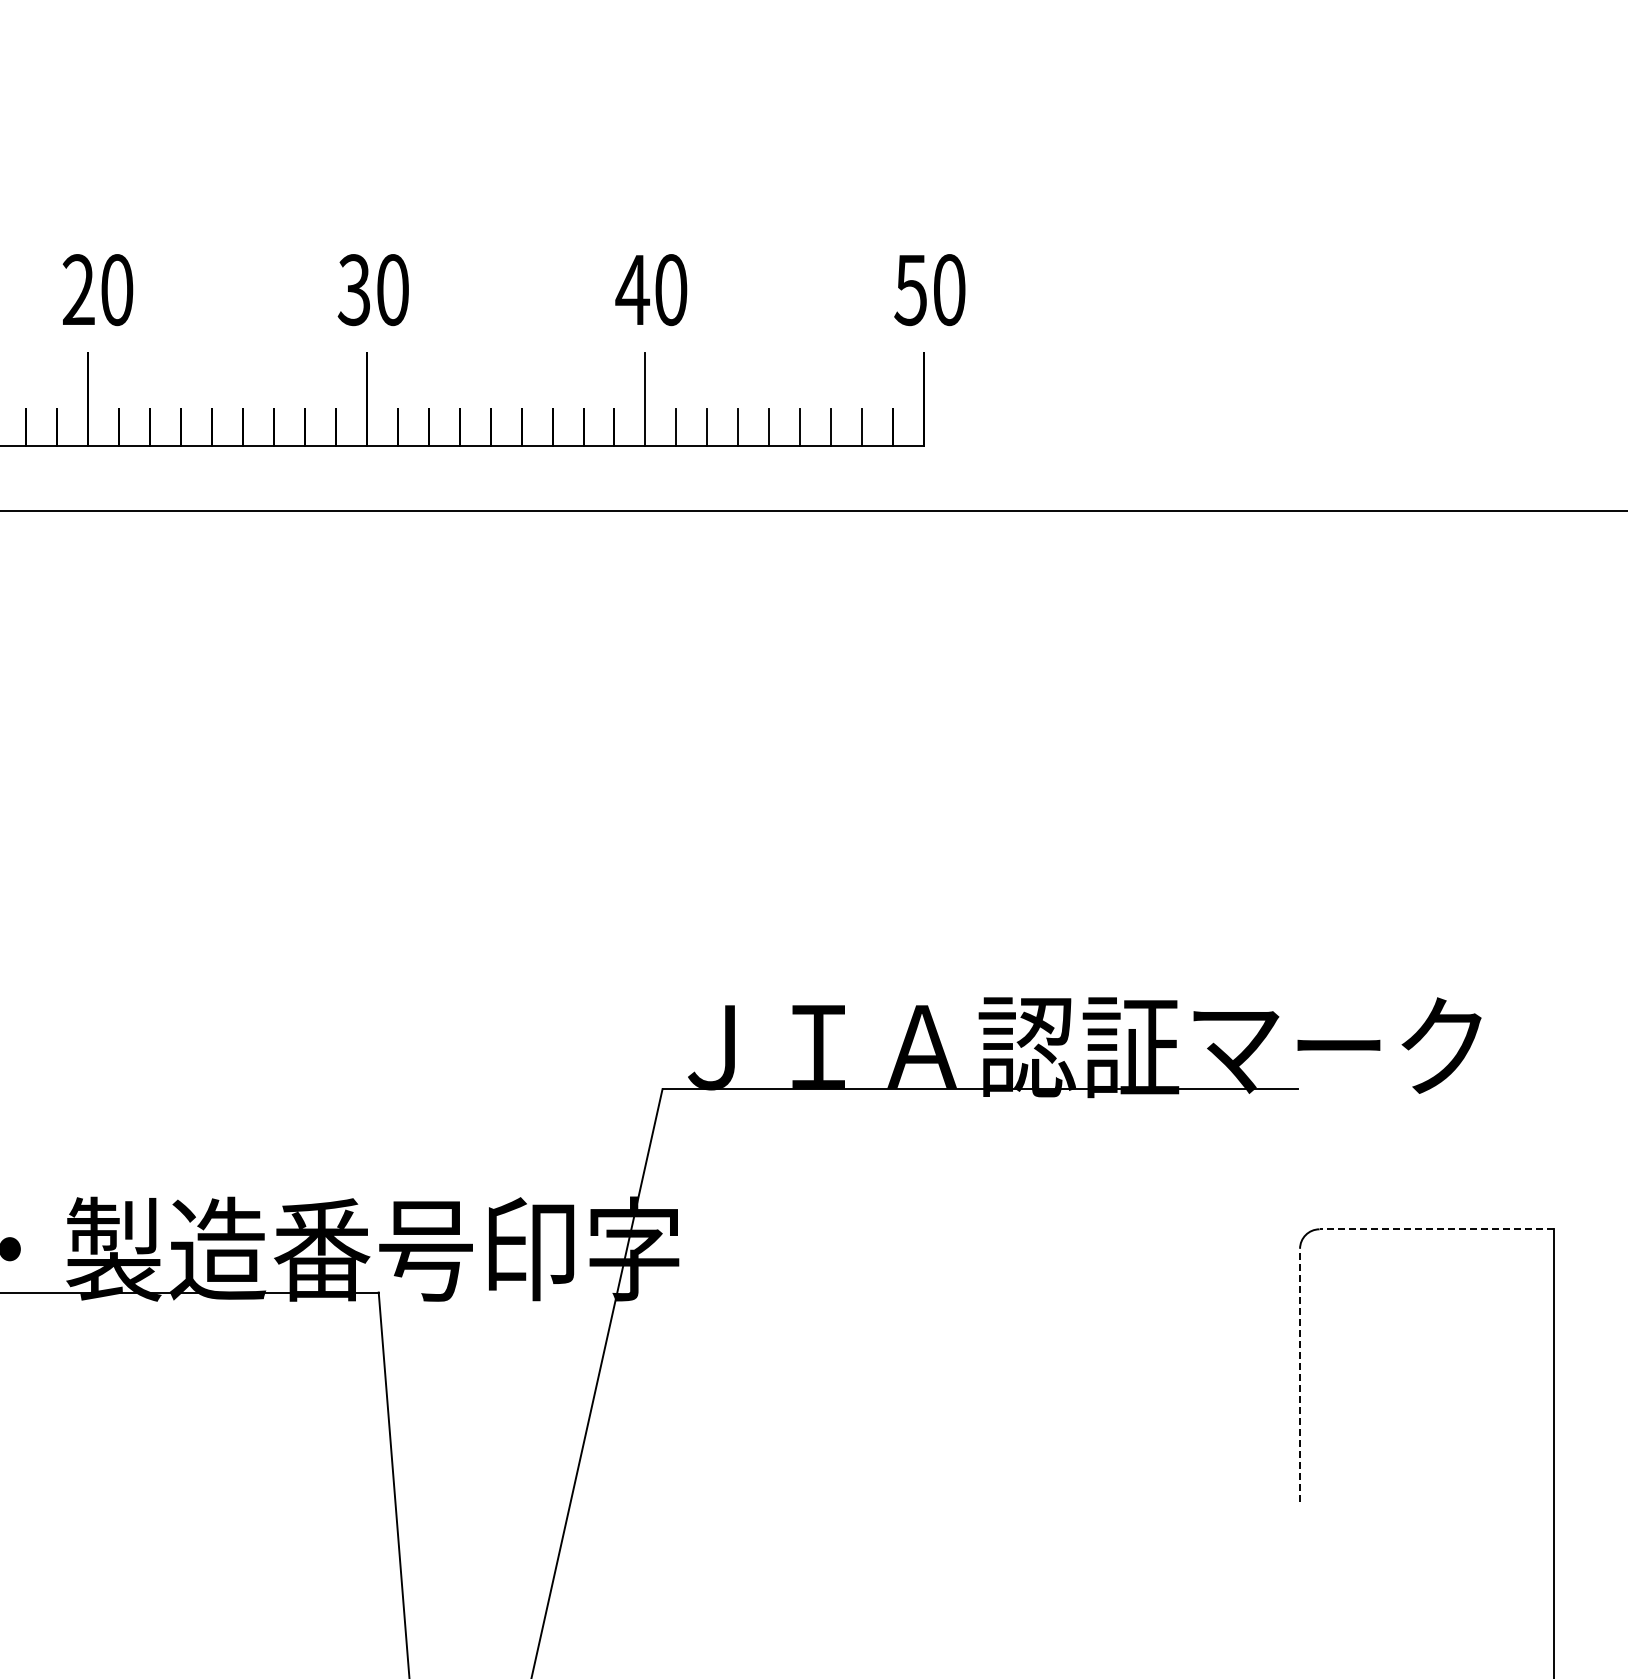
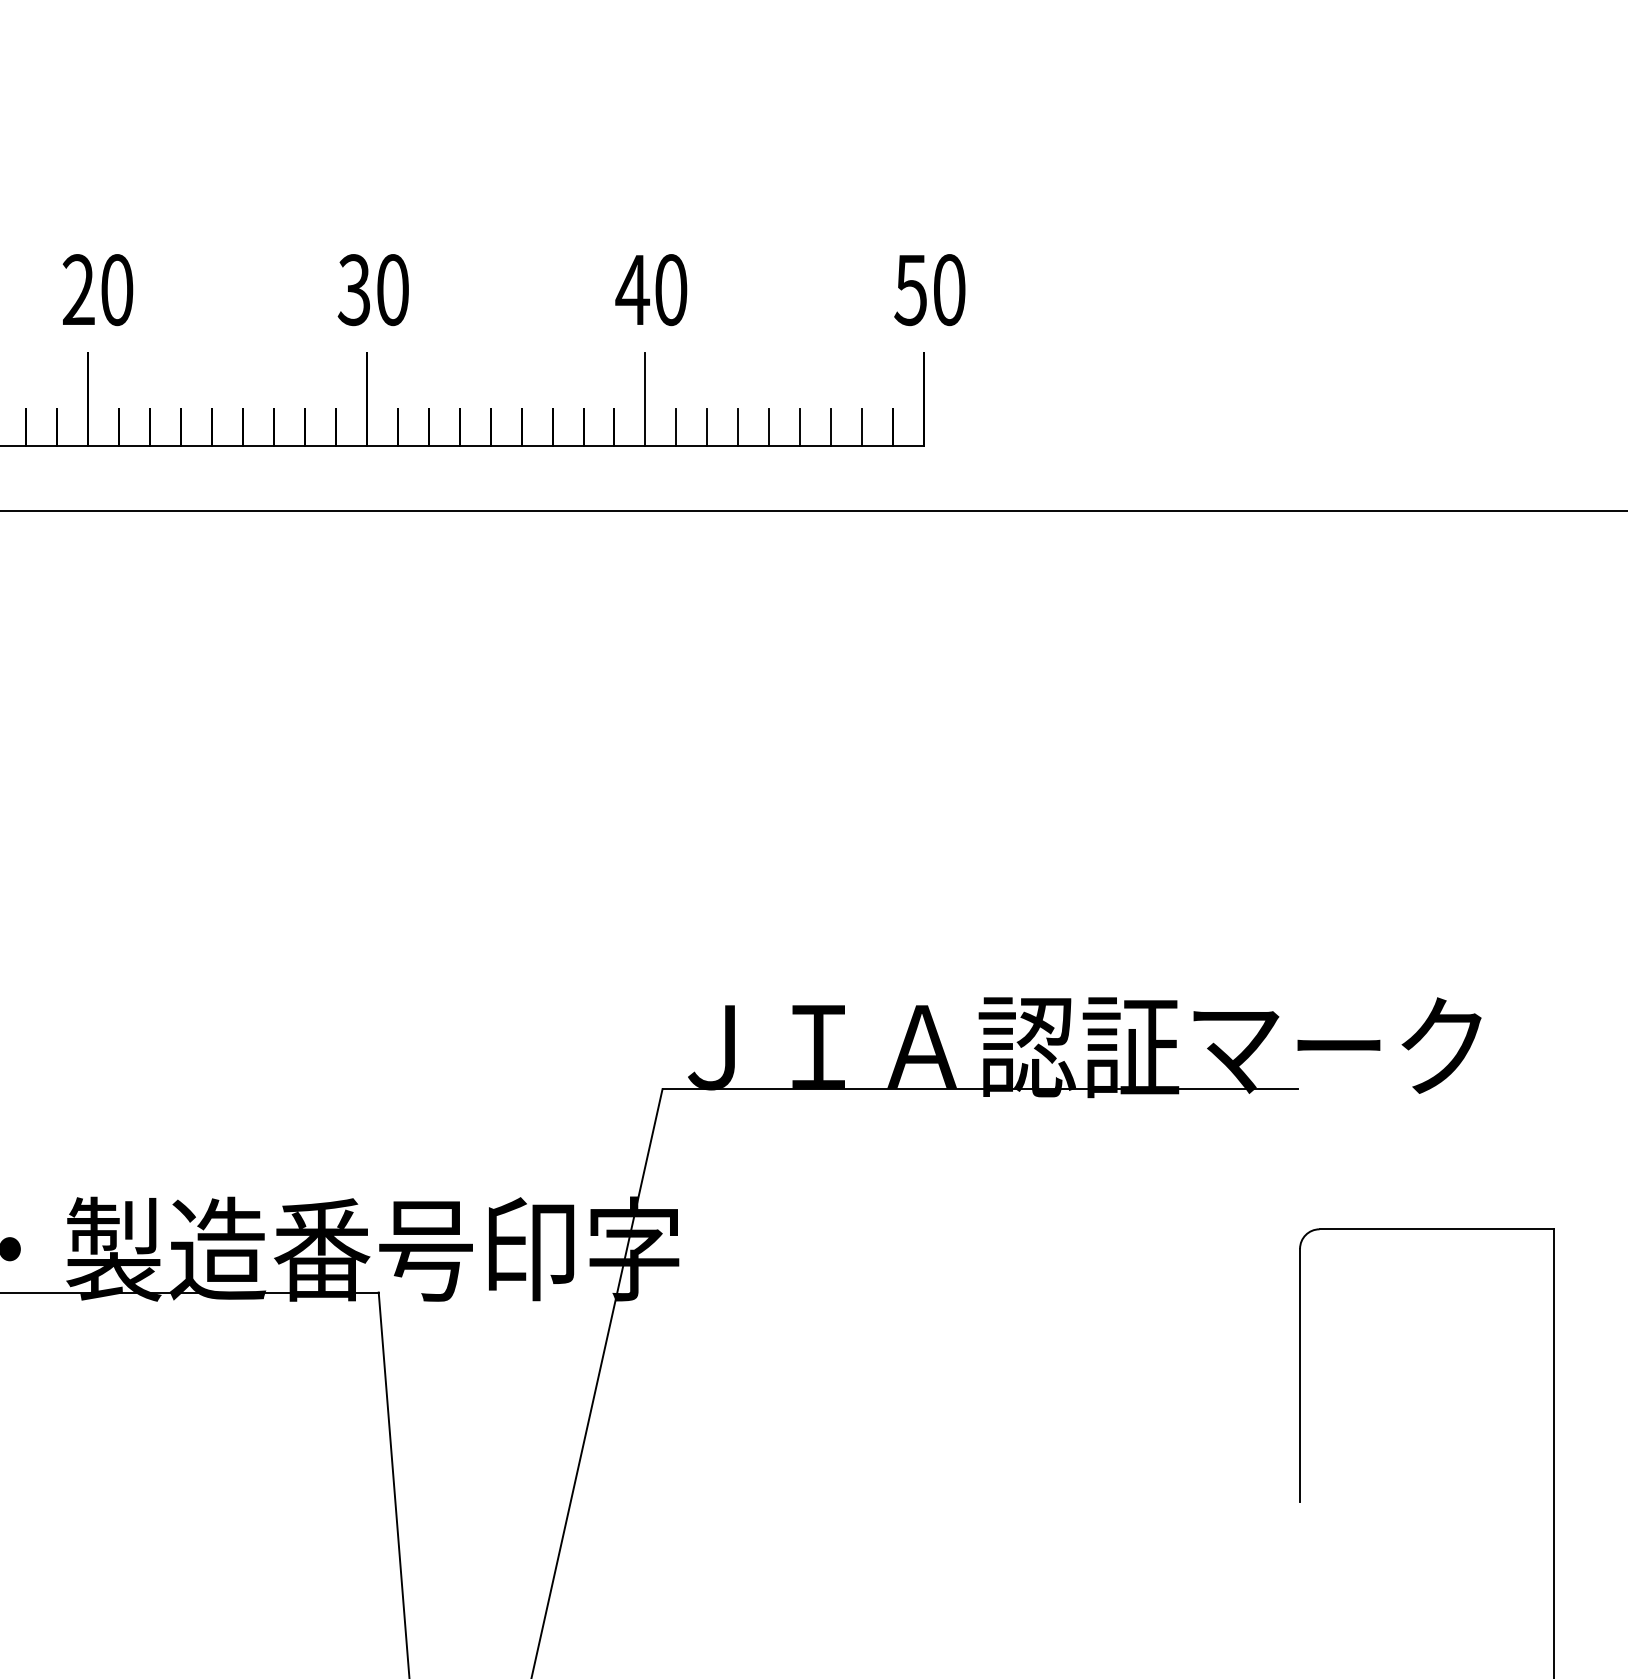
line at (1436, 1229): dashed -> solid
line at (1300, 1375): dashed -> solid
